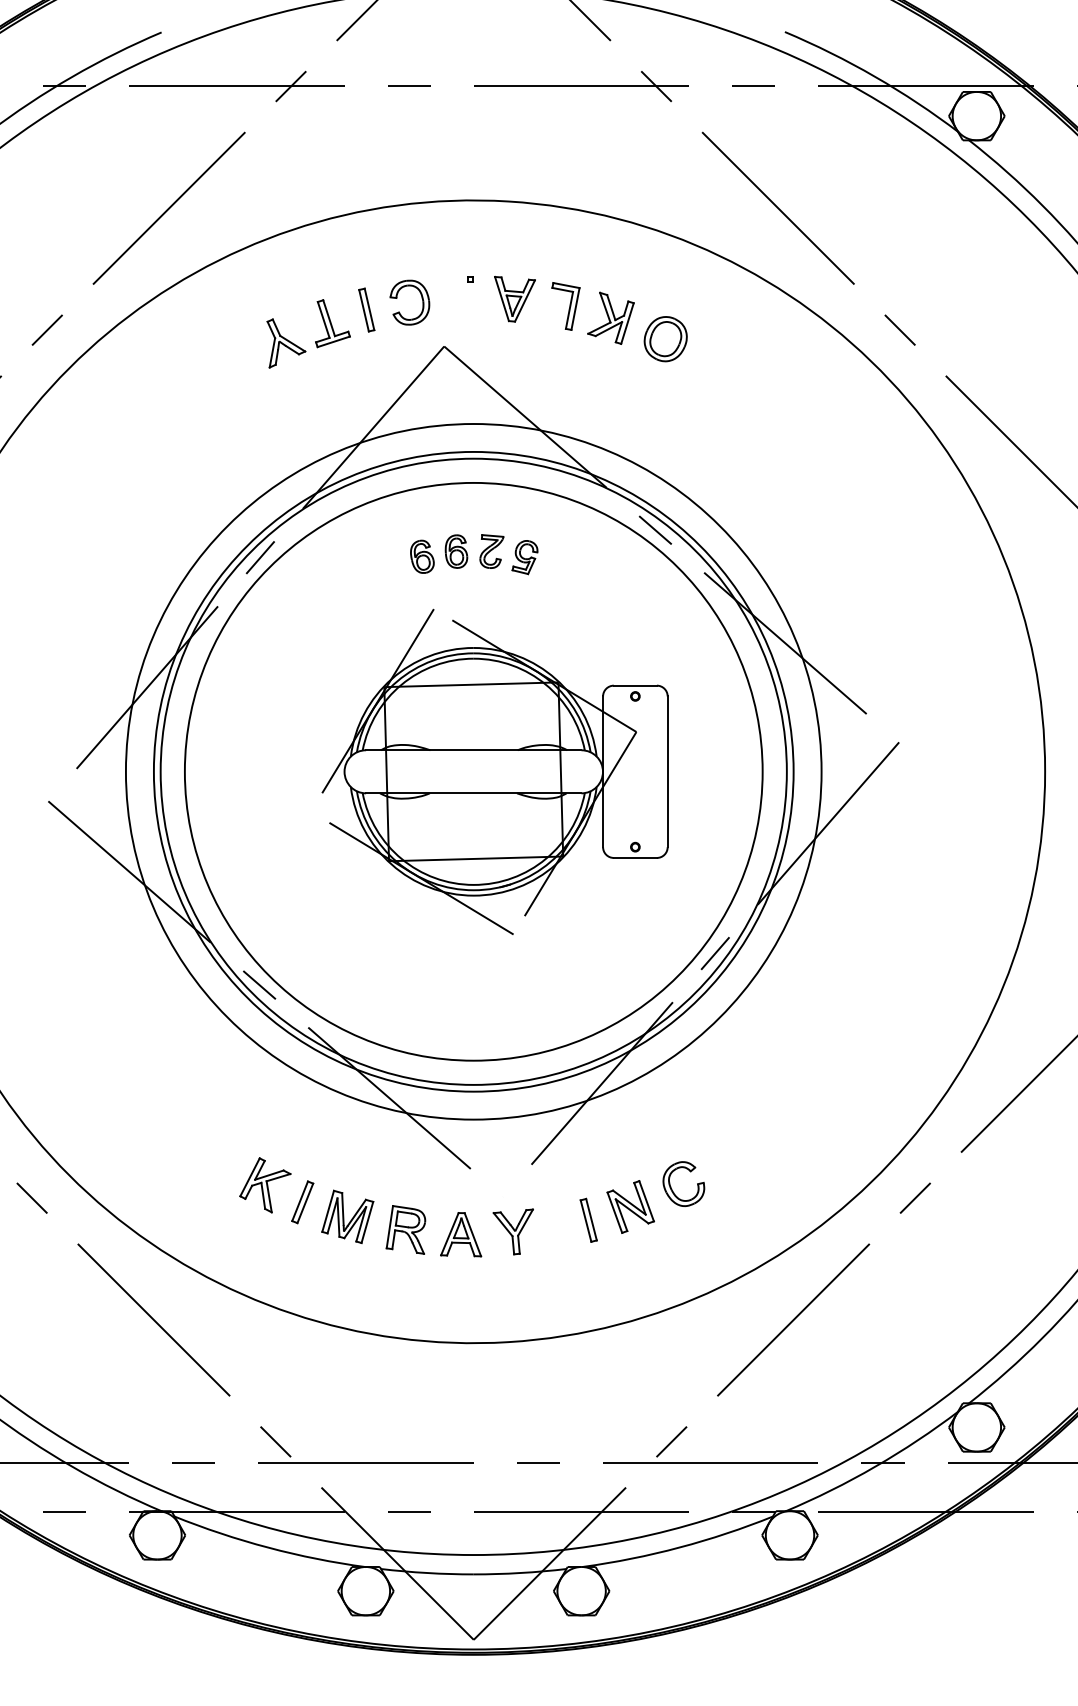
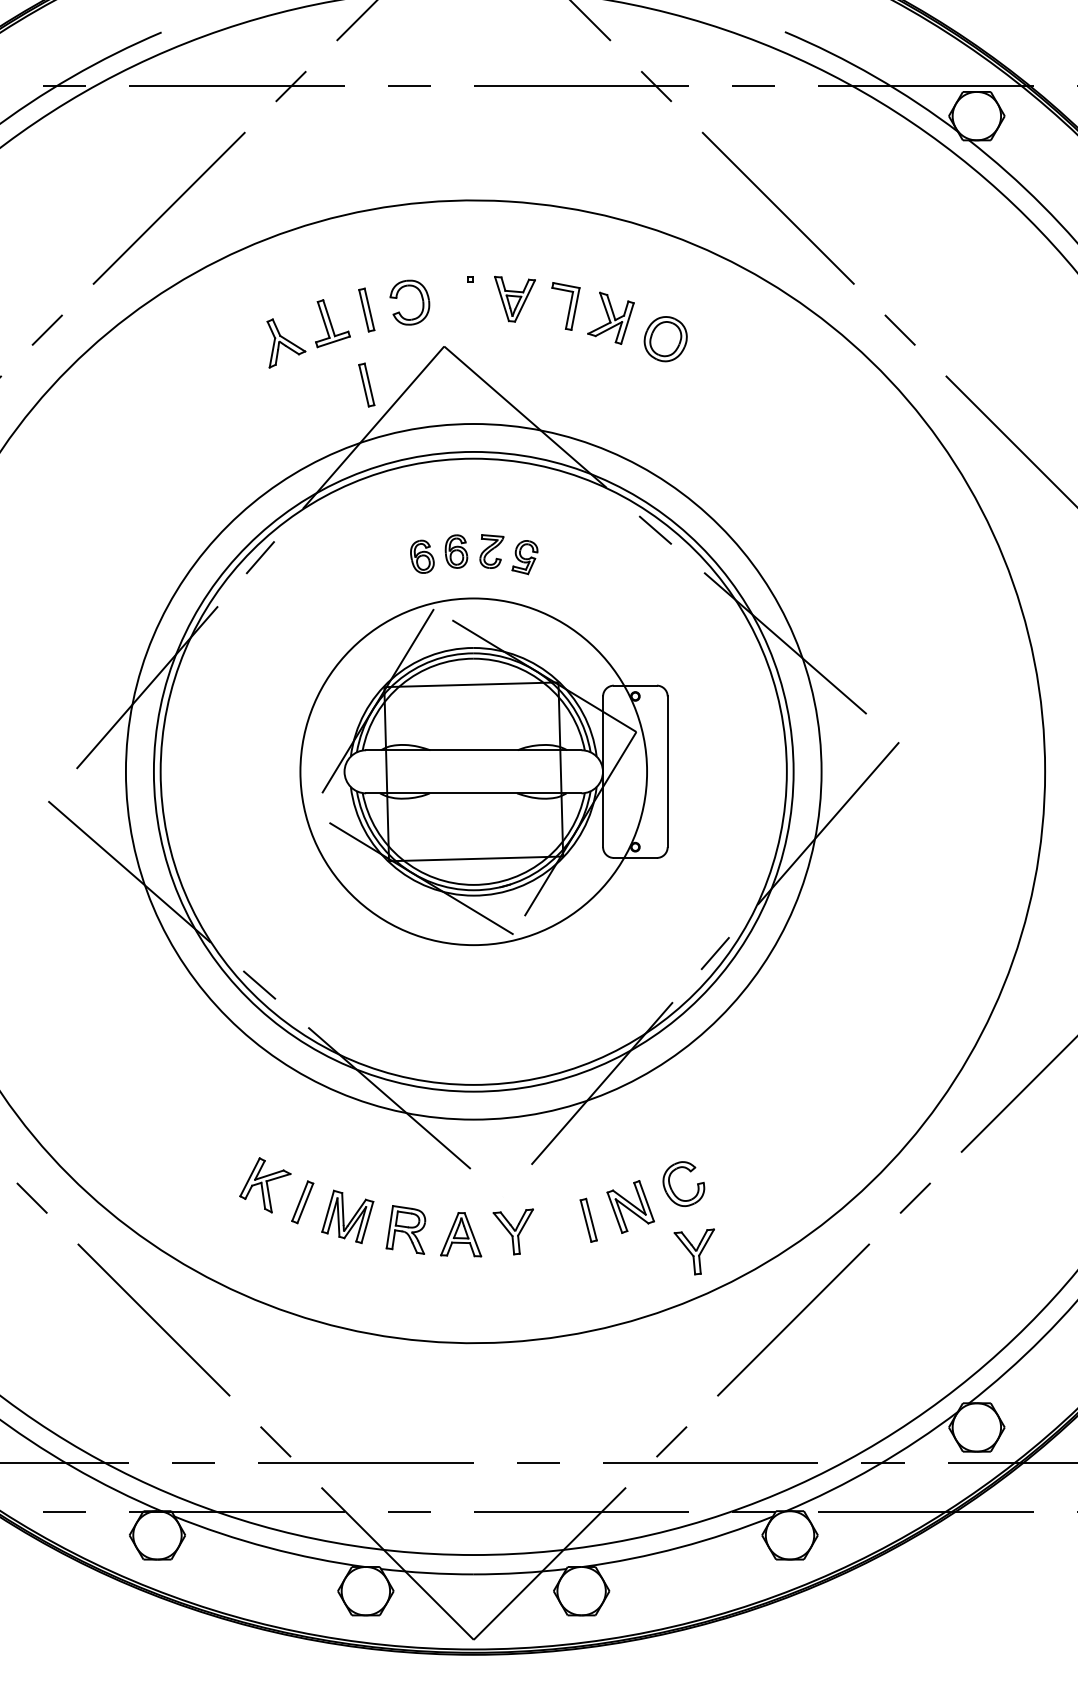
part at (366, 384): none -> present
circle at (473, 771) diameter: 578 px -> 347 px
part at (693, 1251): none -> present
